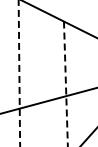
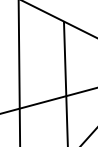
line at (19, 73): dashed -> solid
line at (65, 84): dashed -> solid
